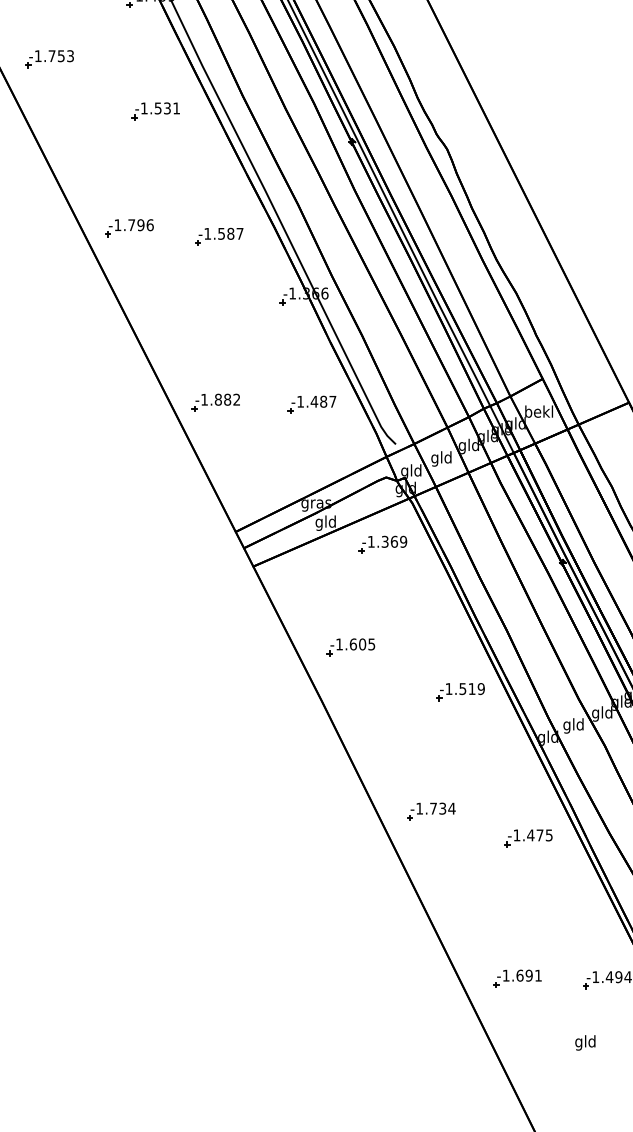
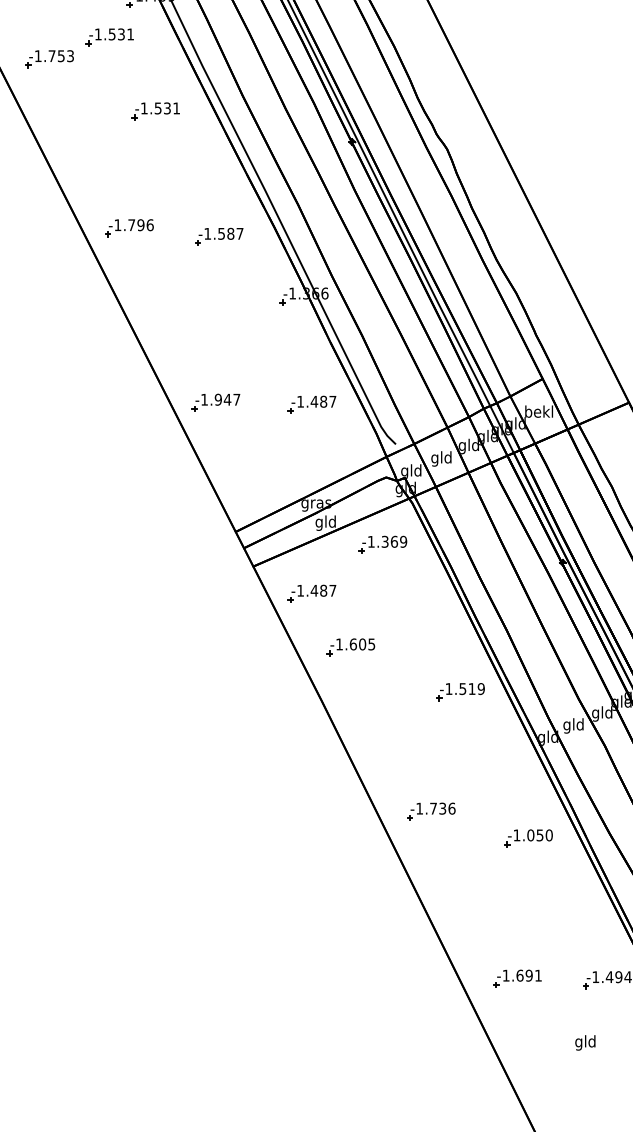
part at (109, 37): none -> present
text at (227, 399): -1.882 -> -1.947
part at (311, 593): none -> present
text at (451, 808): -1.734 -> -1.736
text at (539, 835): -1.475 -> -1.050
